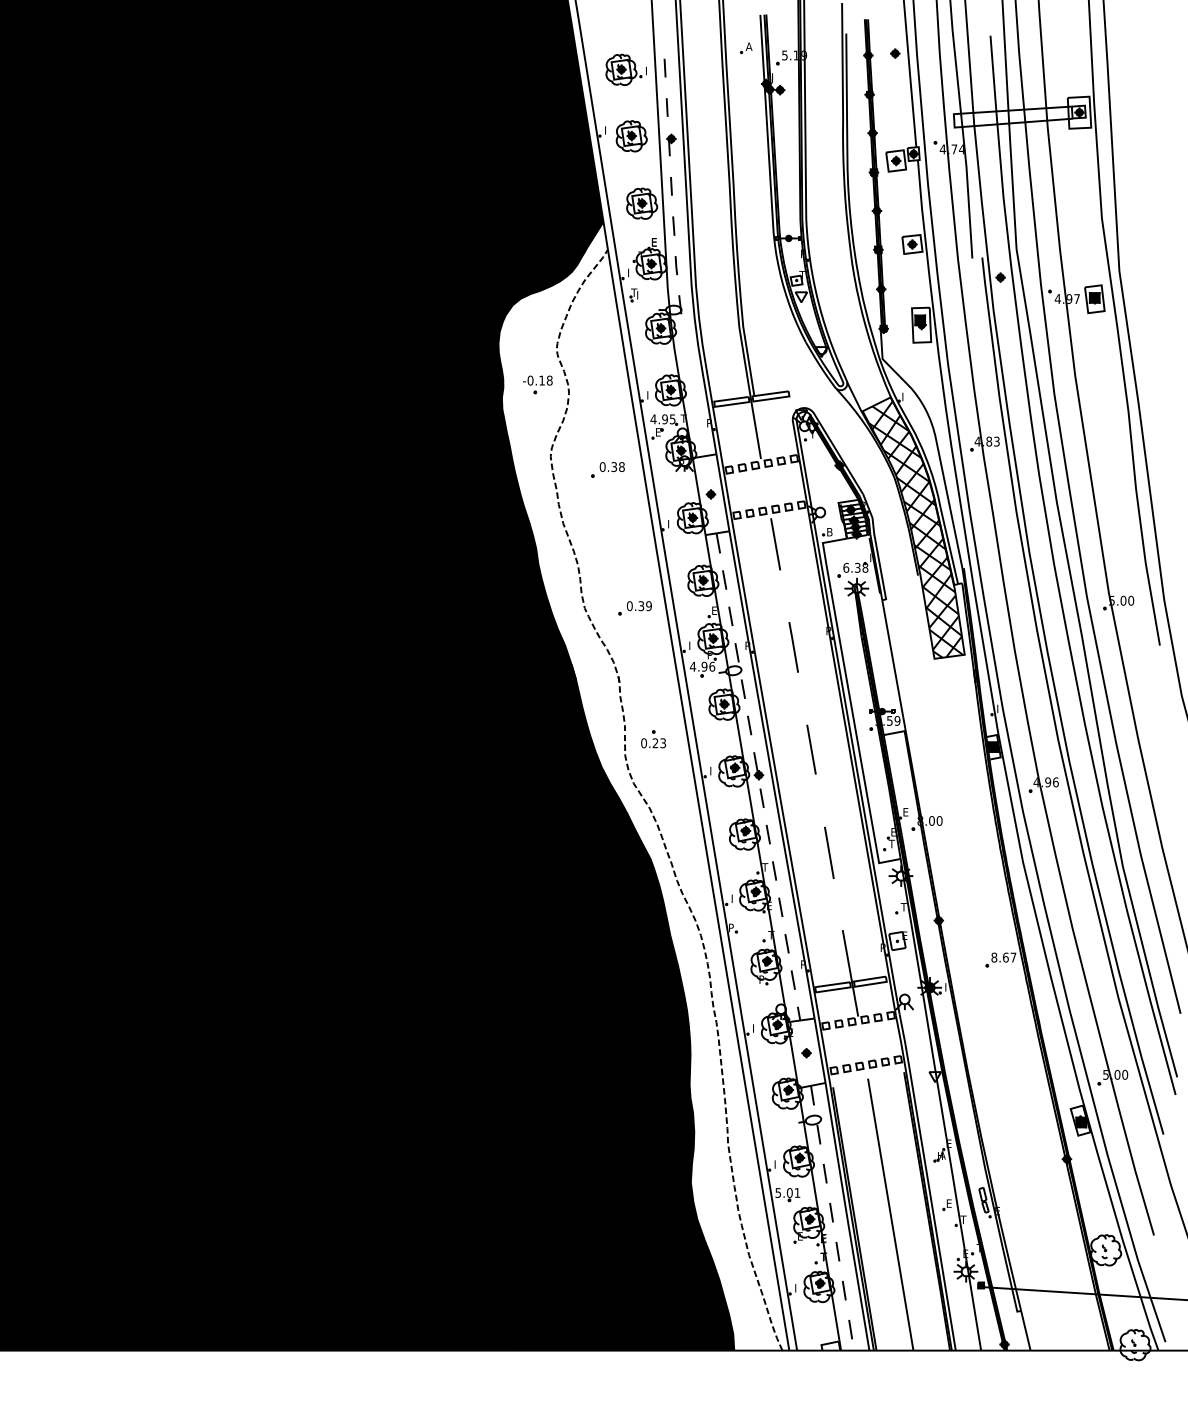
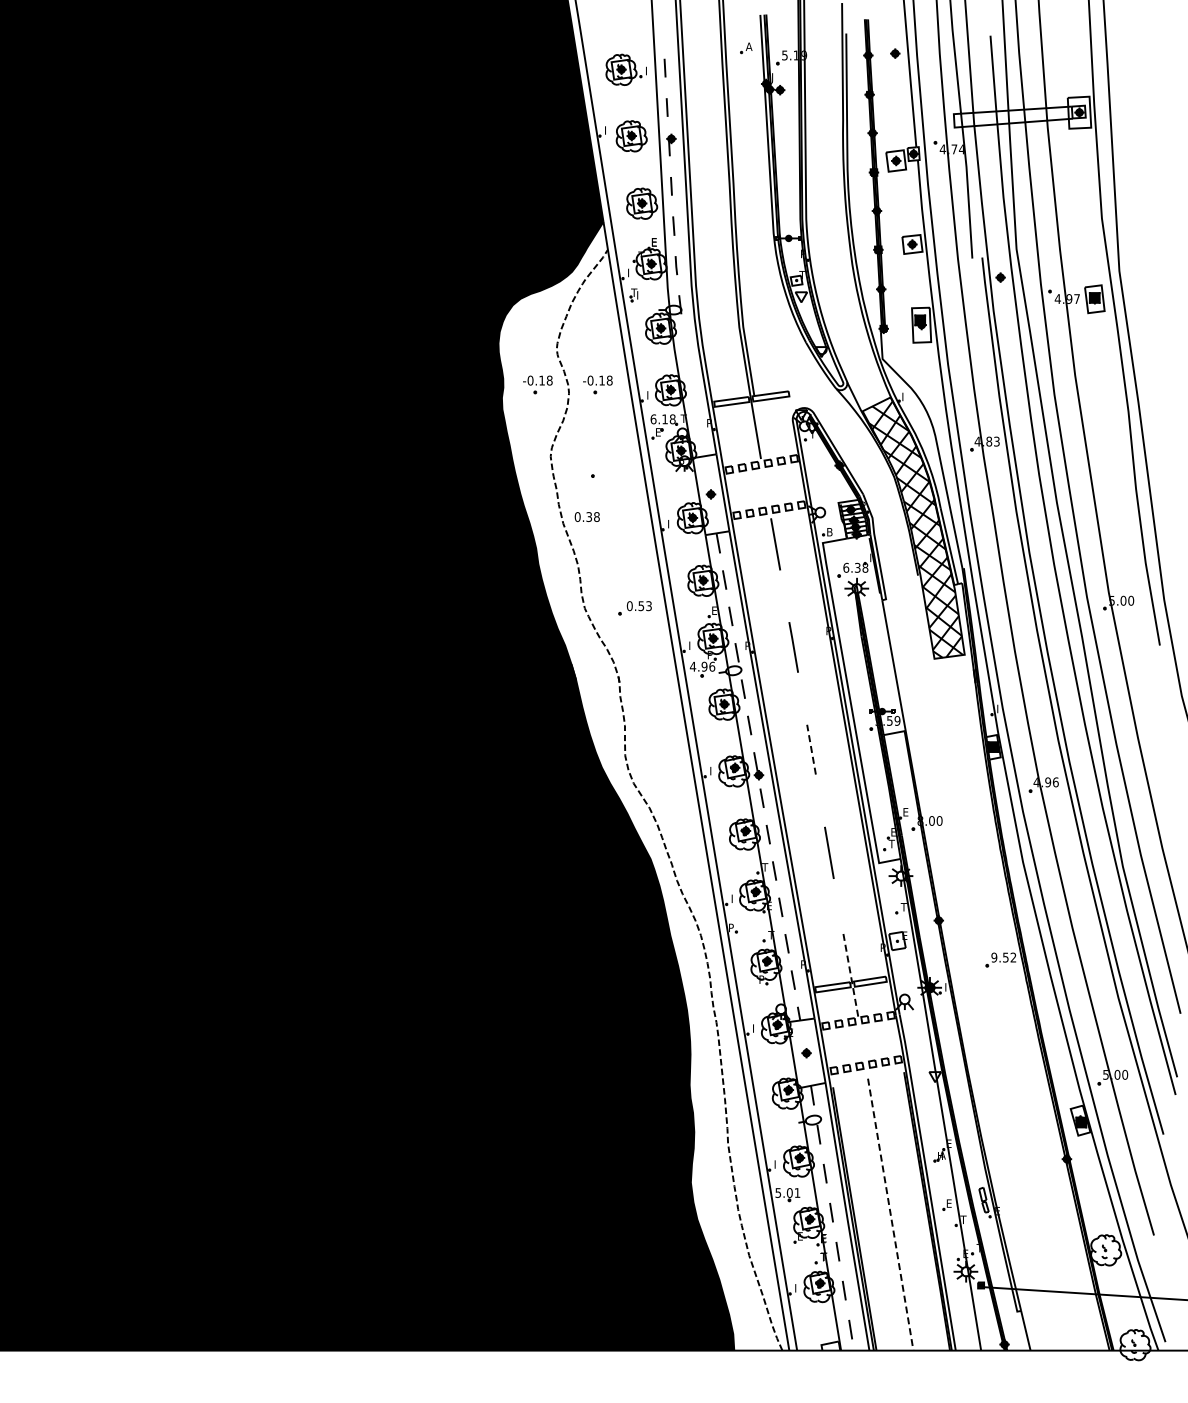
part at (597, 384): none -> present
text at (662, 419): 4.95 -> 6.18
text at (611, 466) position: (611, 466) -> (586, 516)
text at (644, 605): 0.39 -> 0.53
part at (653, 739): present -> none
line at (811, 749): solid -> dashed
text at (1003, 957): 8.67 -> 9.52
line at (850, 973): solid -> dashed
line at (890, 1214): solid -> dashed
